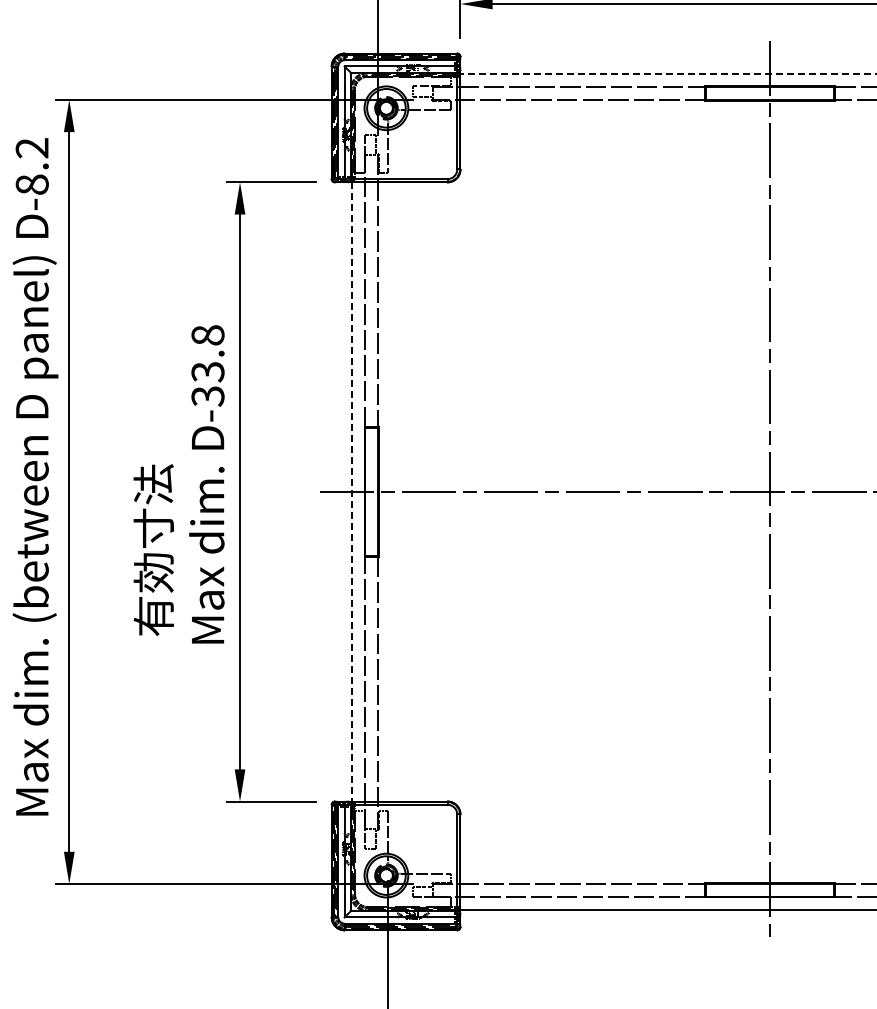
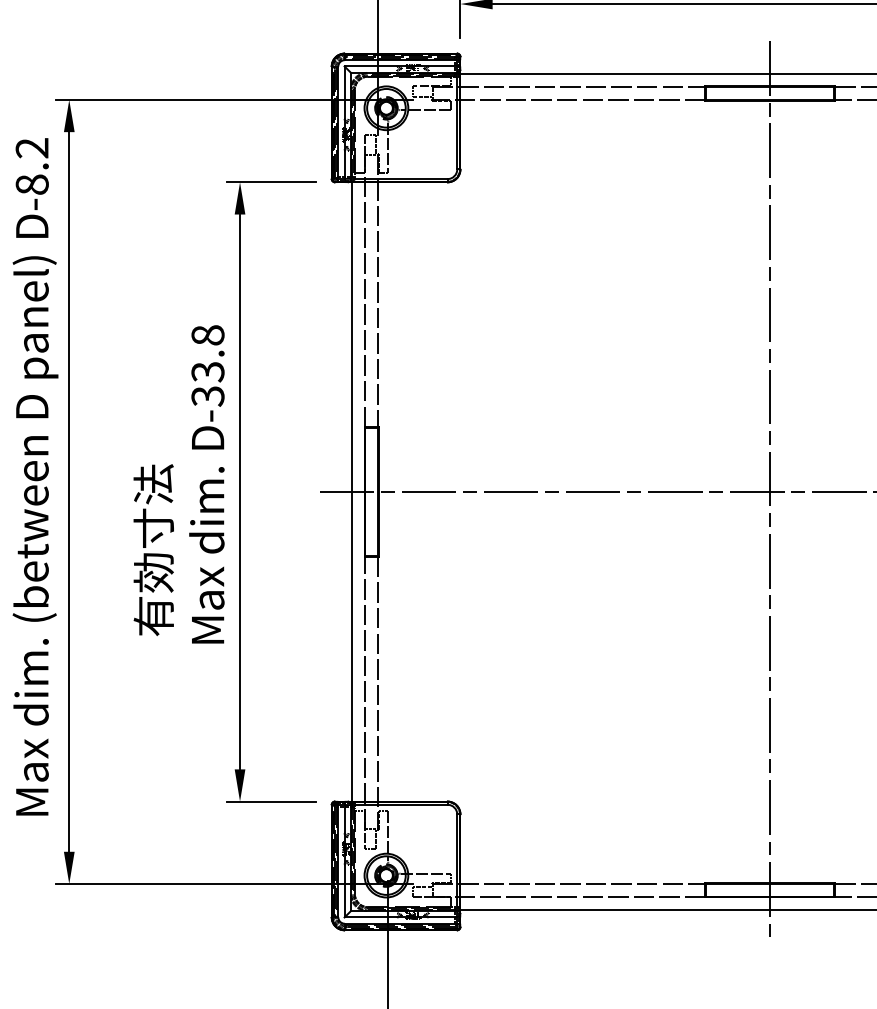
line at (668, 73): dashed -> solid
line at (351, 491): dashed -> solid
